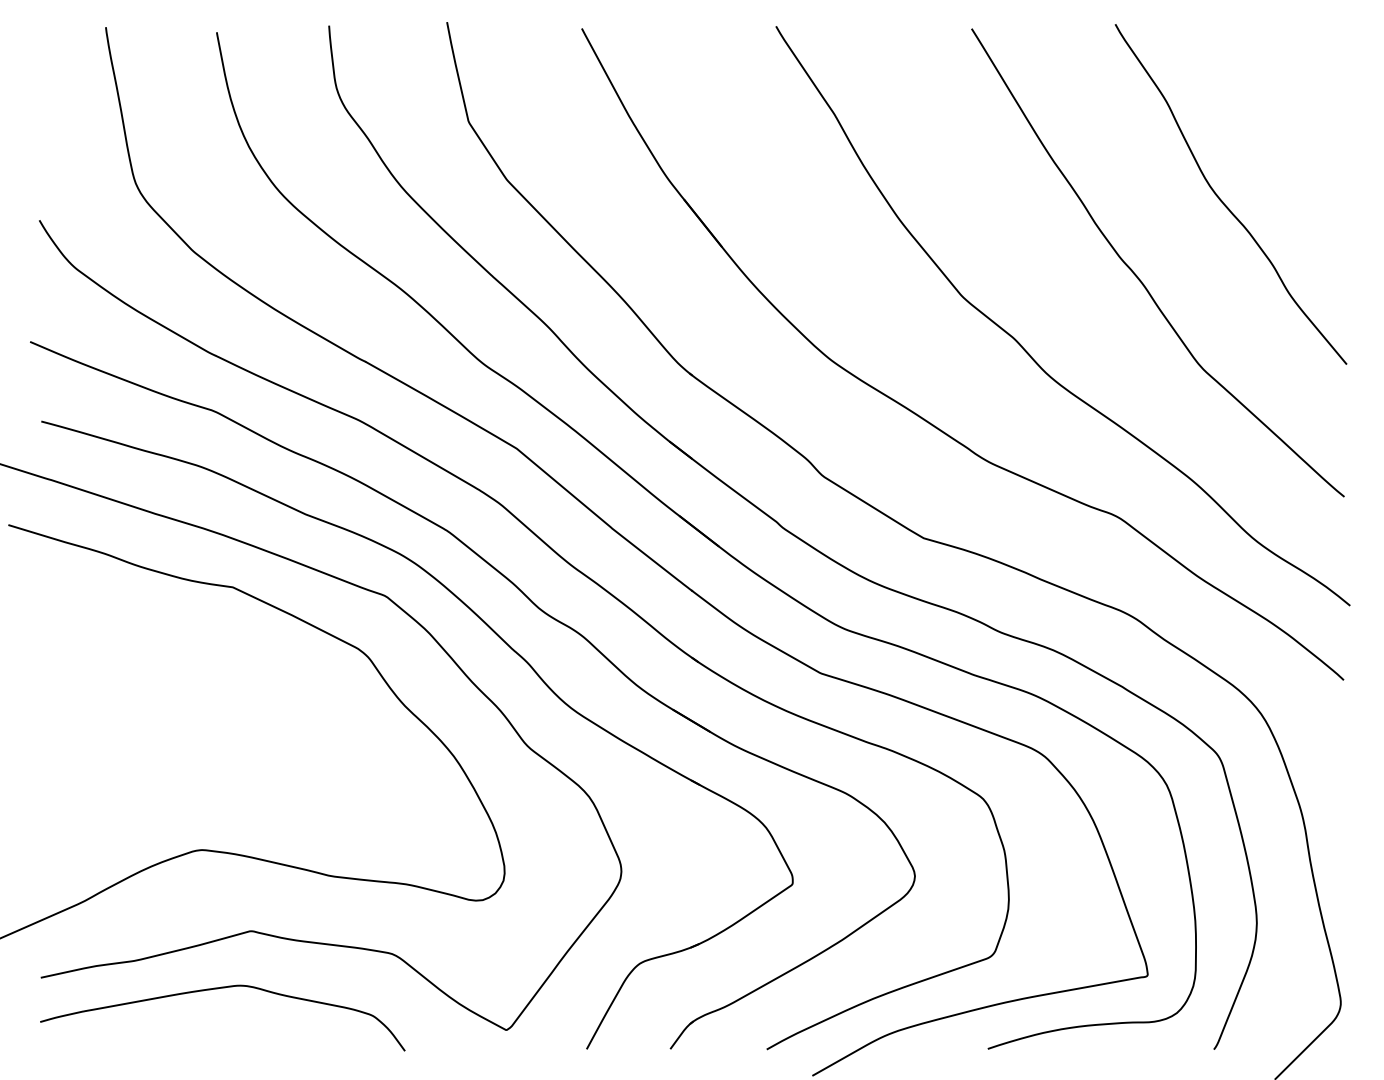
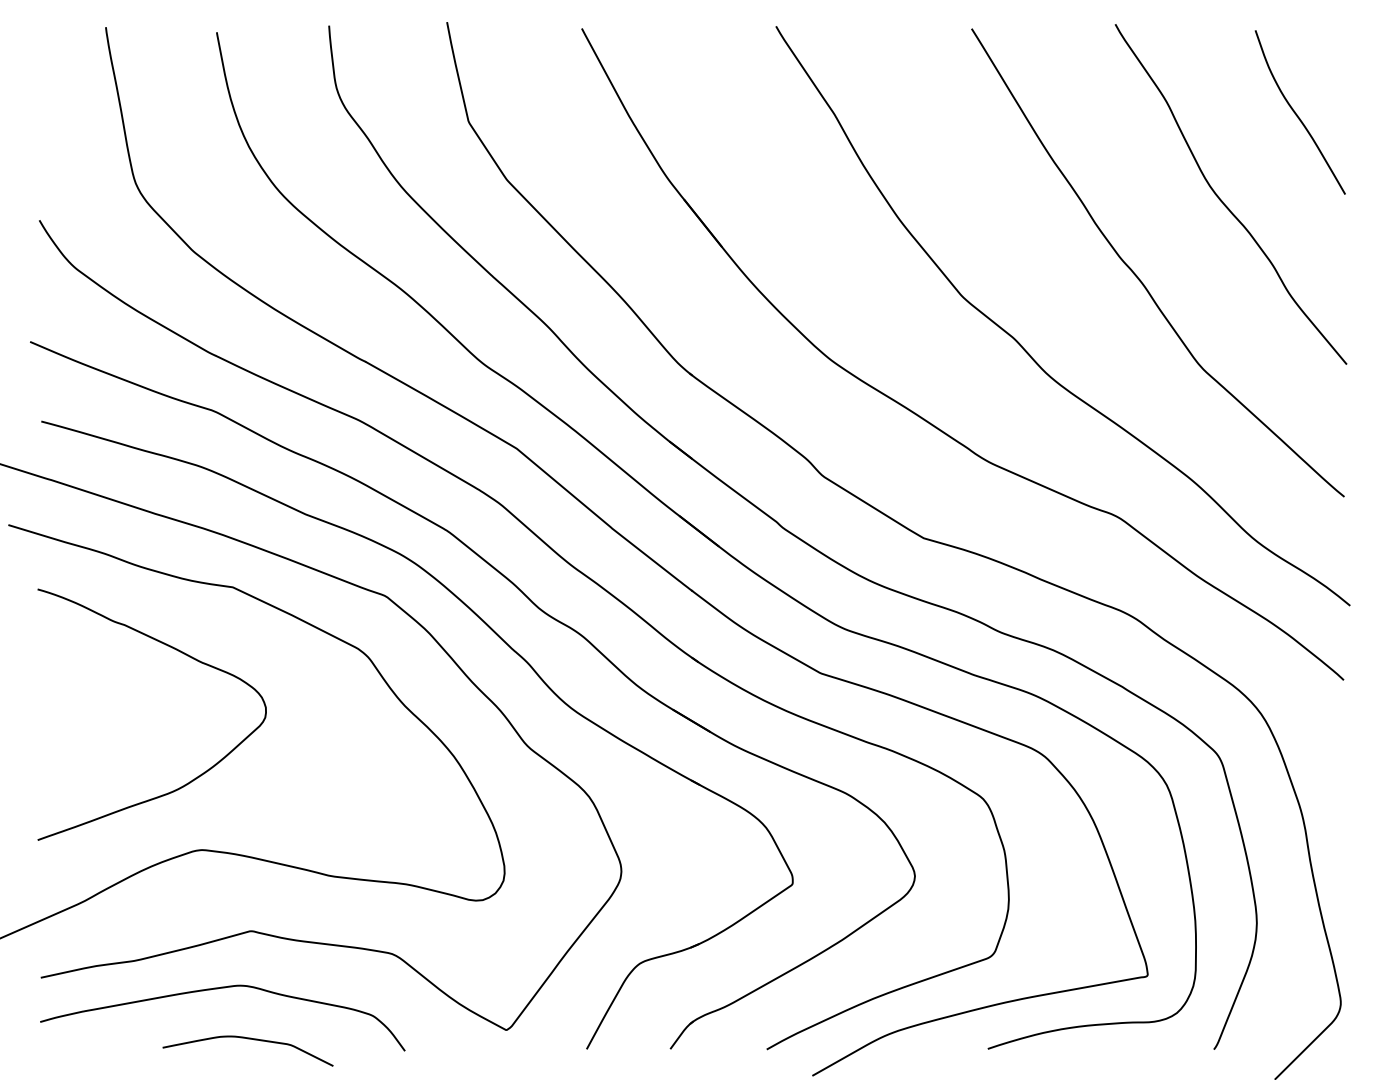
curve at (1297, 114): none -> present
curve at (181, 653): none -> present
curve at (247, 1039): none -> present
